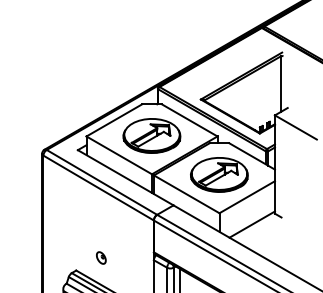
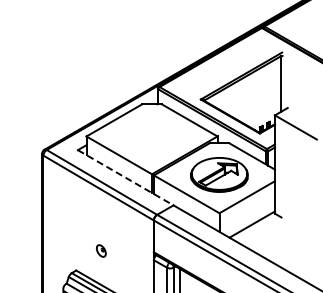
part at (151, 135): present -> none
line at (126, 178): solid -> dashed
part at (101, 257) position: (101, 257) -> (101, 250)
